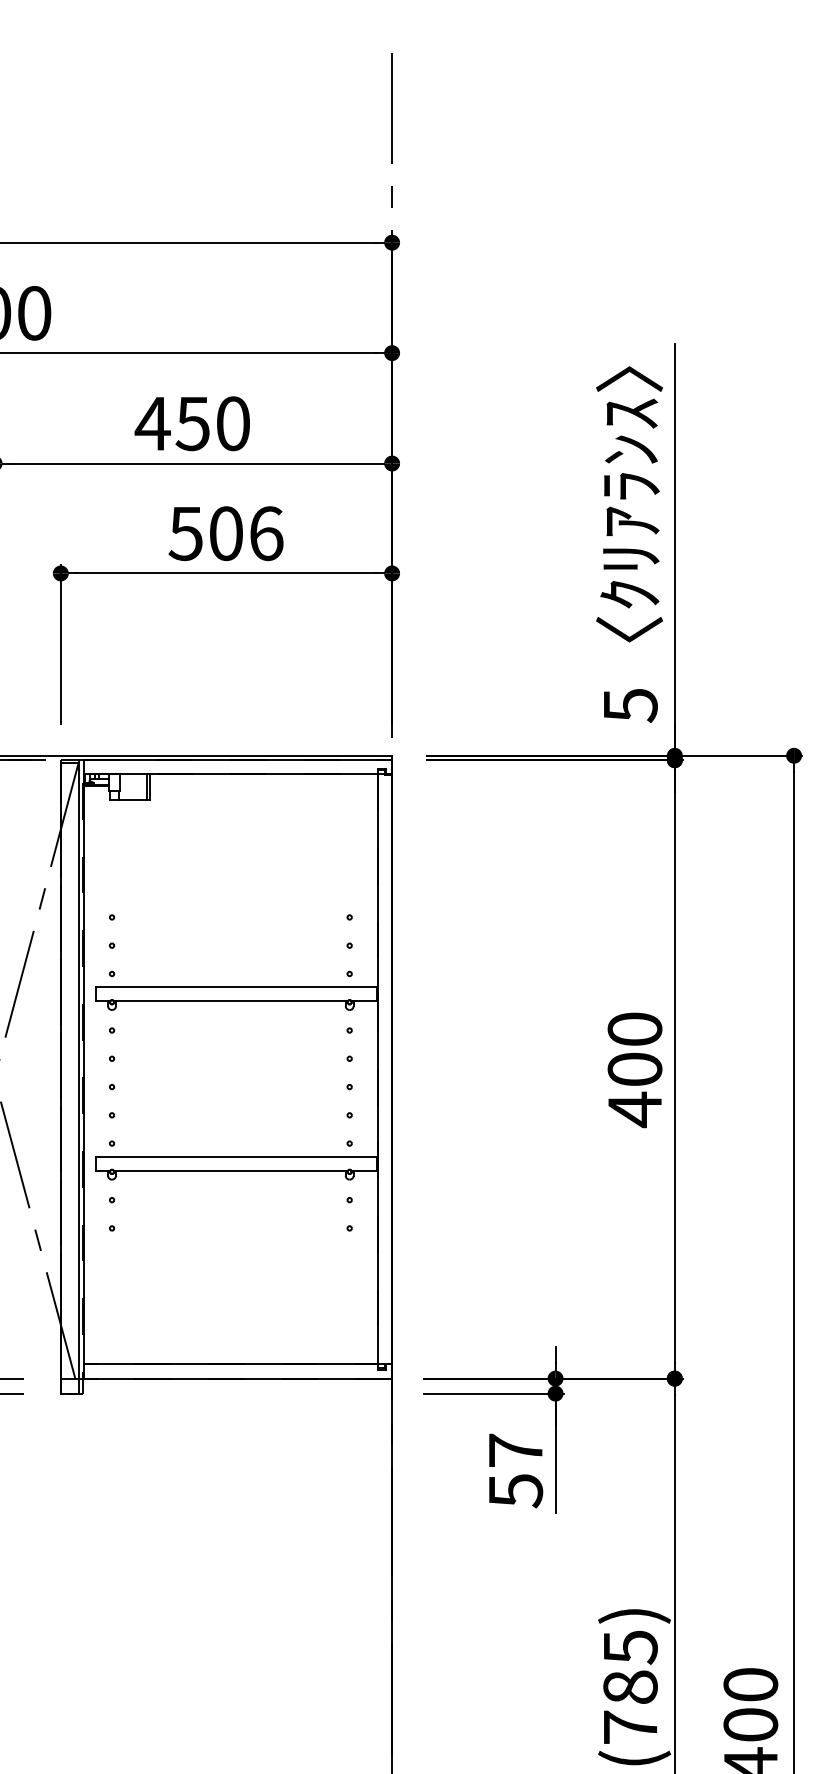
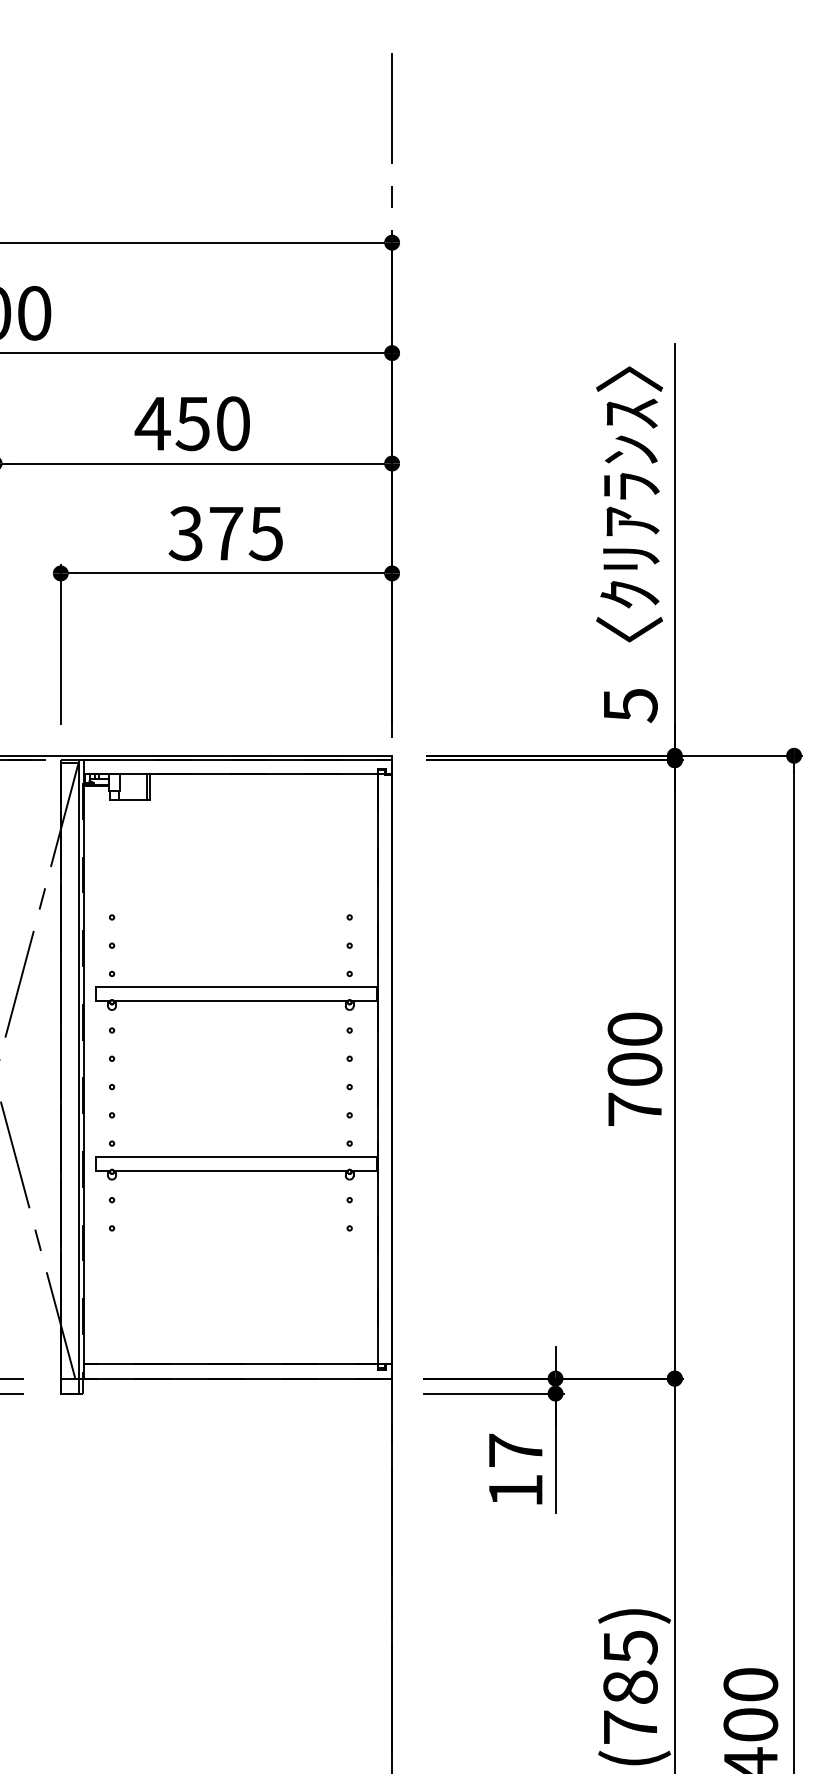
text at (225, 533): 506 -> 375
text at (634, 1109): 400 -> 700
text at (516, 1491): 57 -> 17
